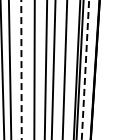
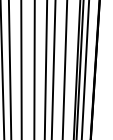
line at (21, 70): dashed -> solid
line at (85, 70): dashed -> solid
